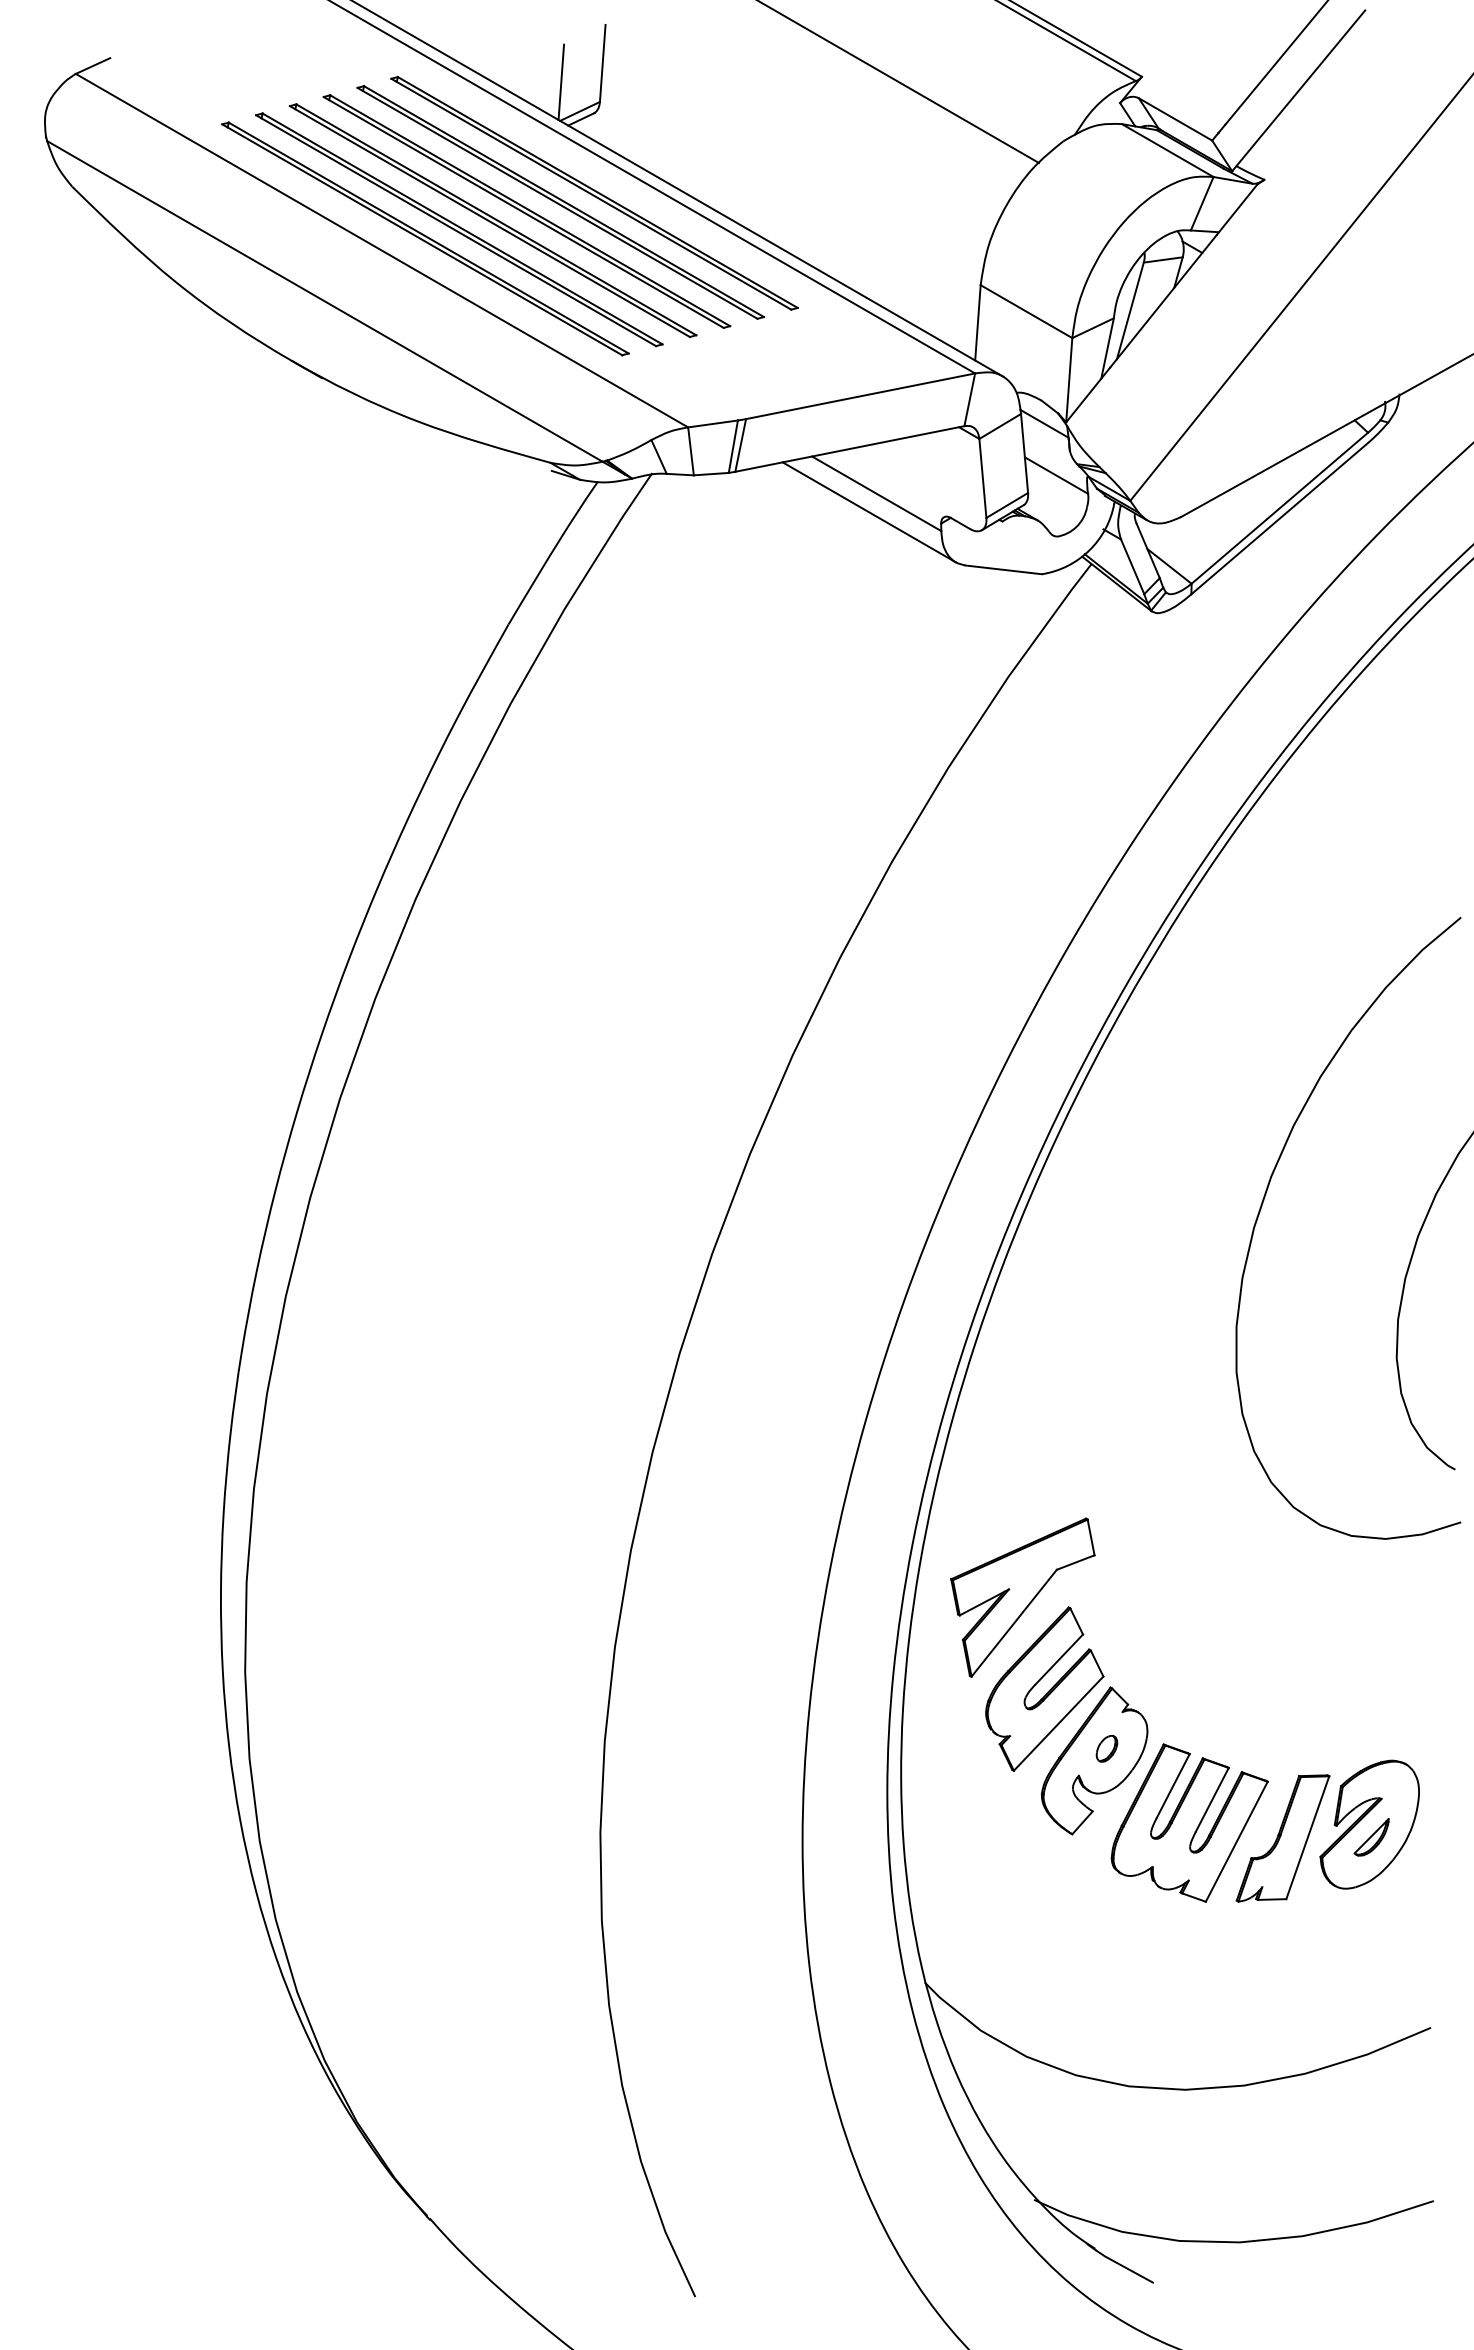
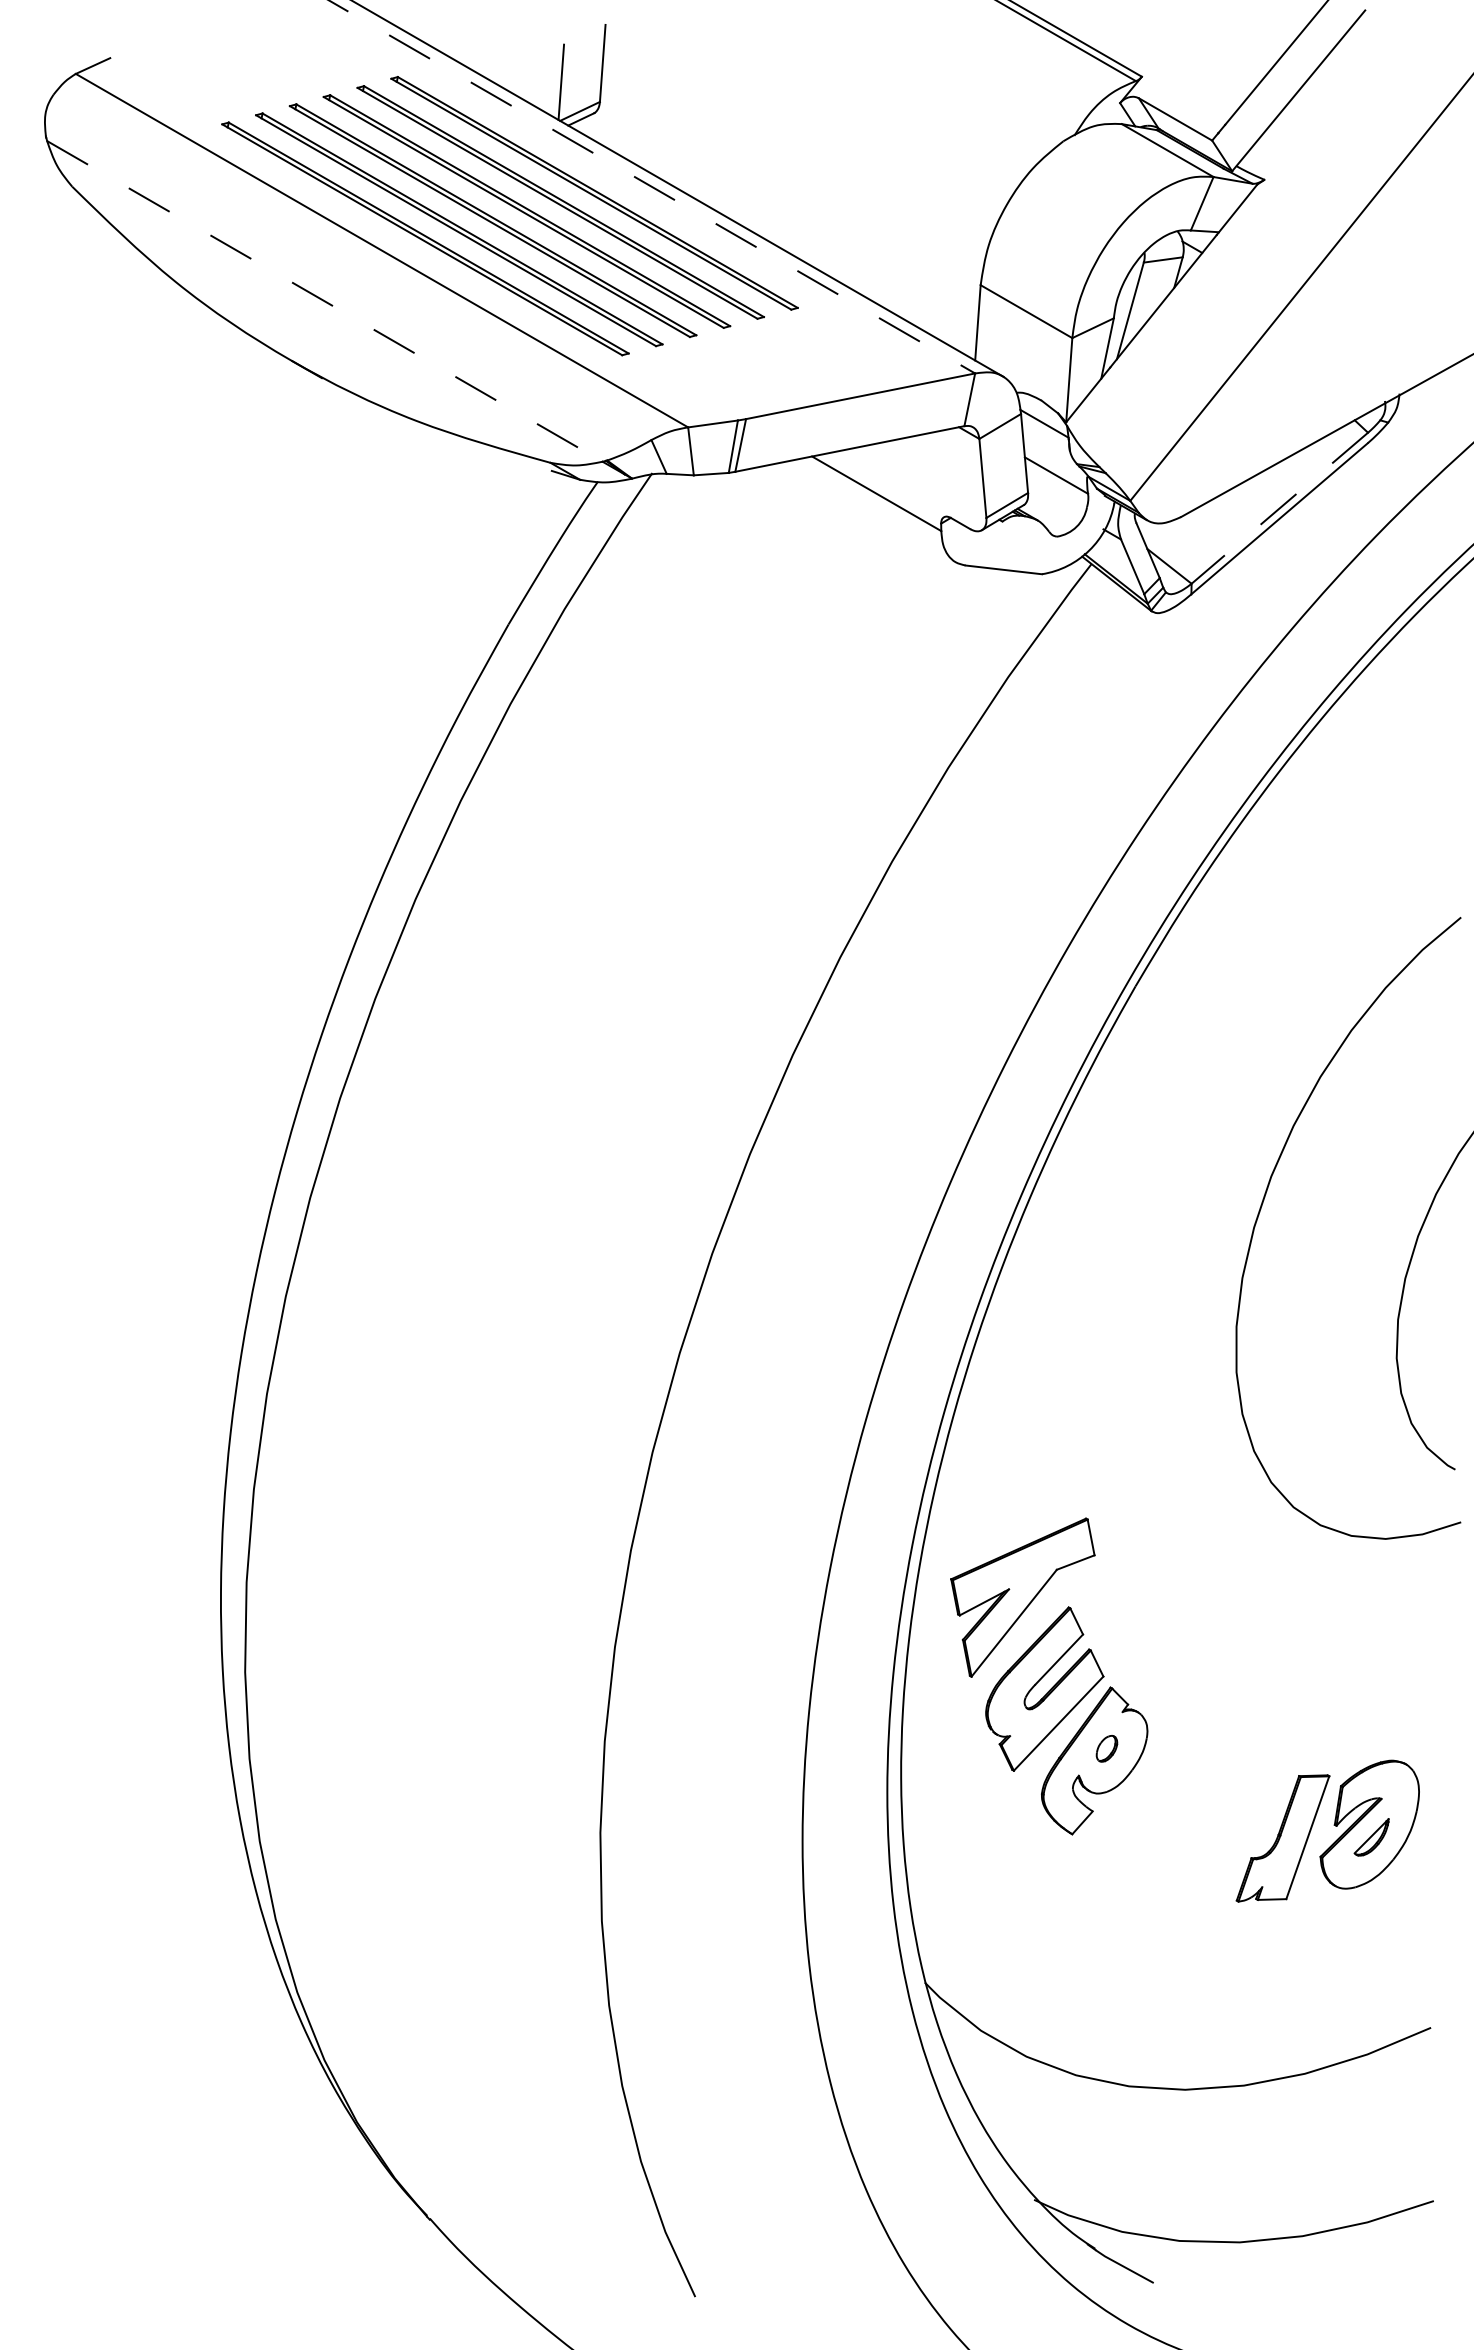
line at (899, 82): present -> none
line at (652, 187): solid -> dashed
line at (324, 301): solid -> dashed
line at (1279, 508): solid -> dashed
line at (868, 512): present -> none
part at (1189, 1822): present -> none
